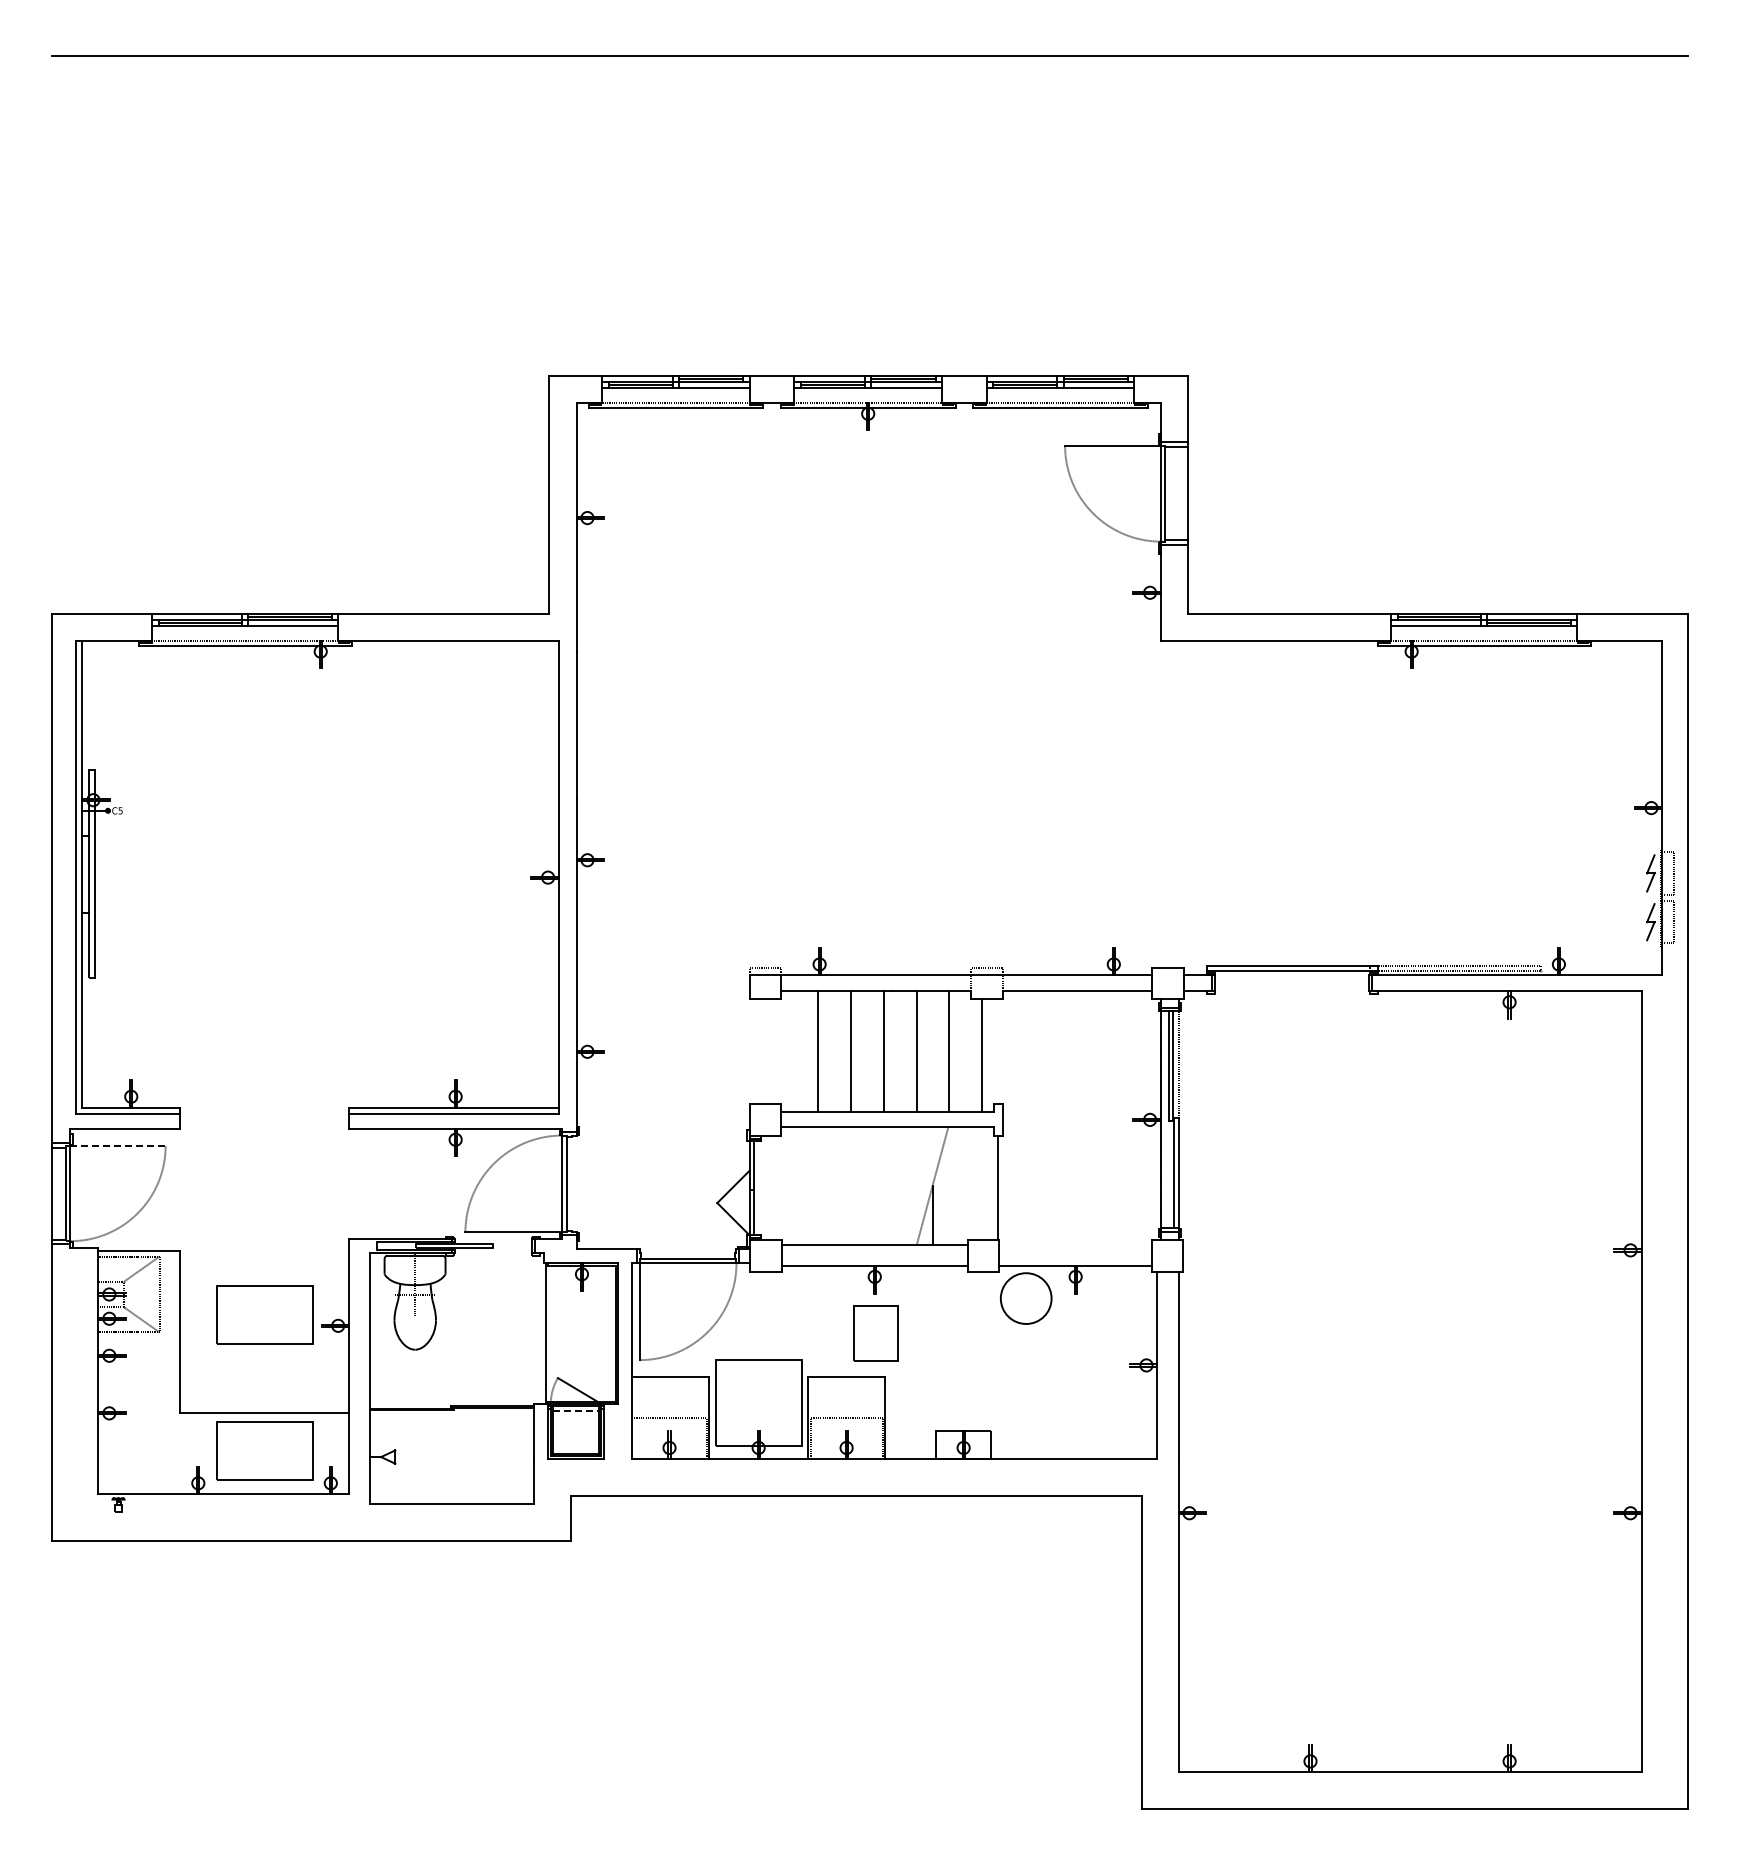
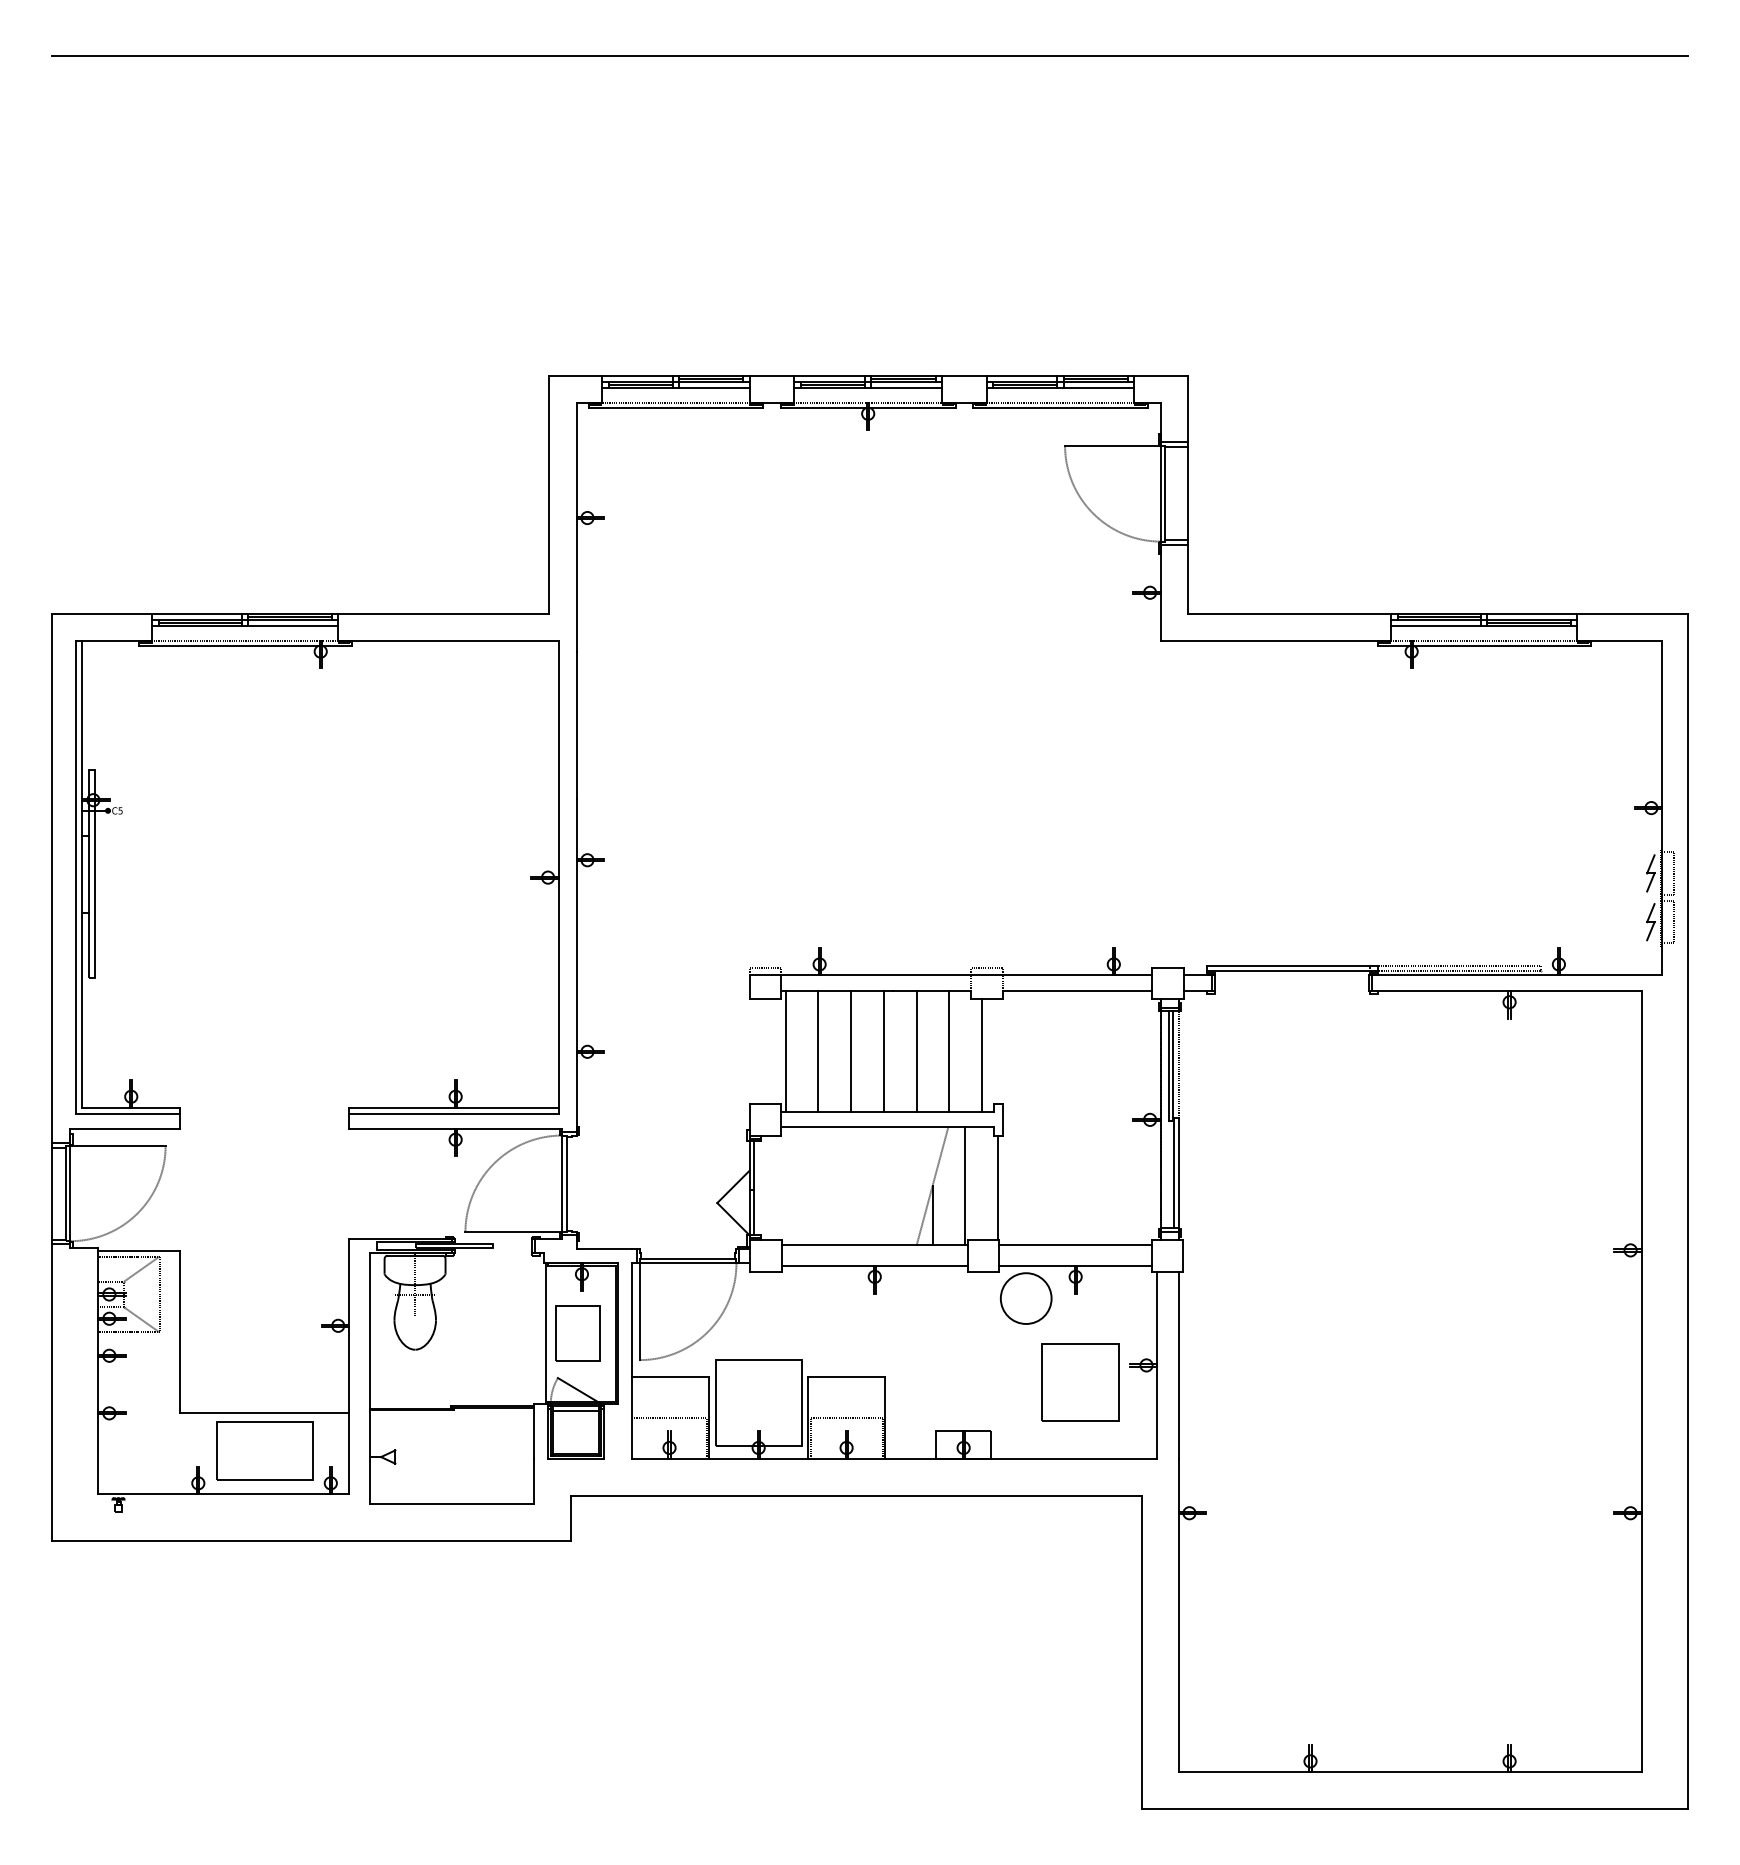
line at (785, 1051): none -> present
line at (118, 1146): dashed -> solid
line at (965, 1186): none -> present
line at (1075, 1245): none -> present
part at (264, 1314): present -> none
part at (875, 1333) position: (875, 1333) -> (577, 1333)
part at (1080, 1382): none -> present
line at (575, 1411): dashed -> solid
